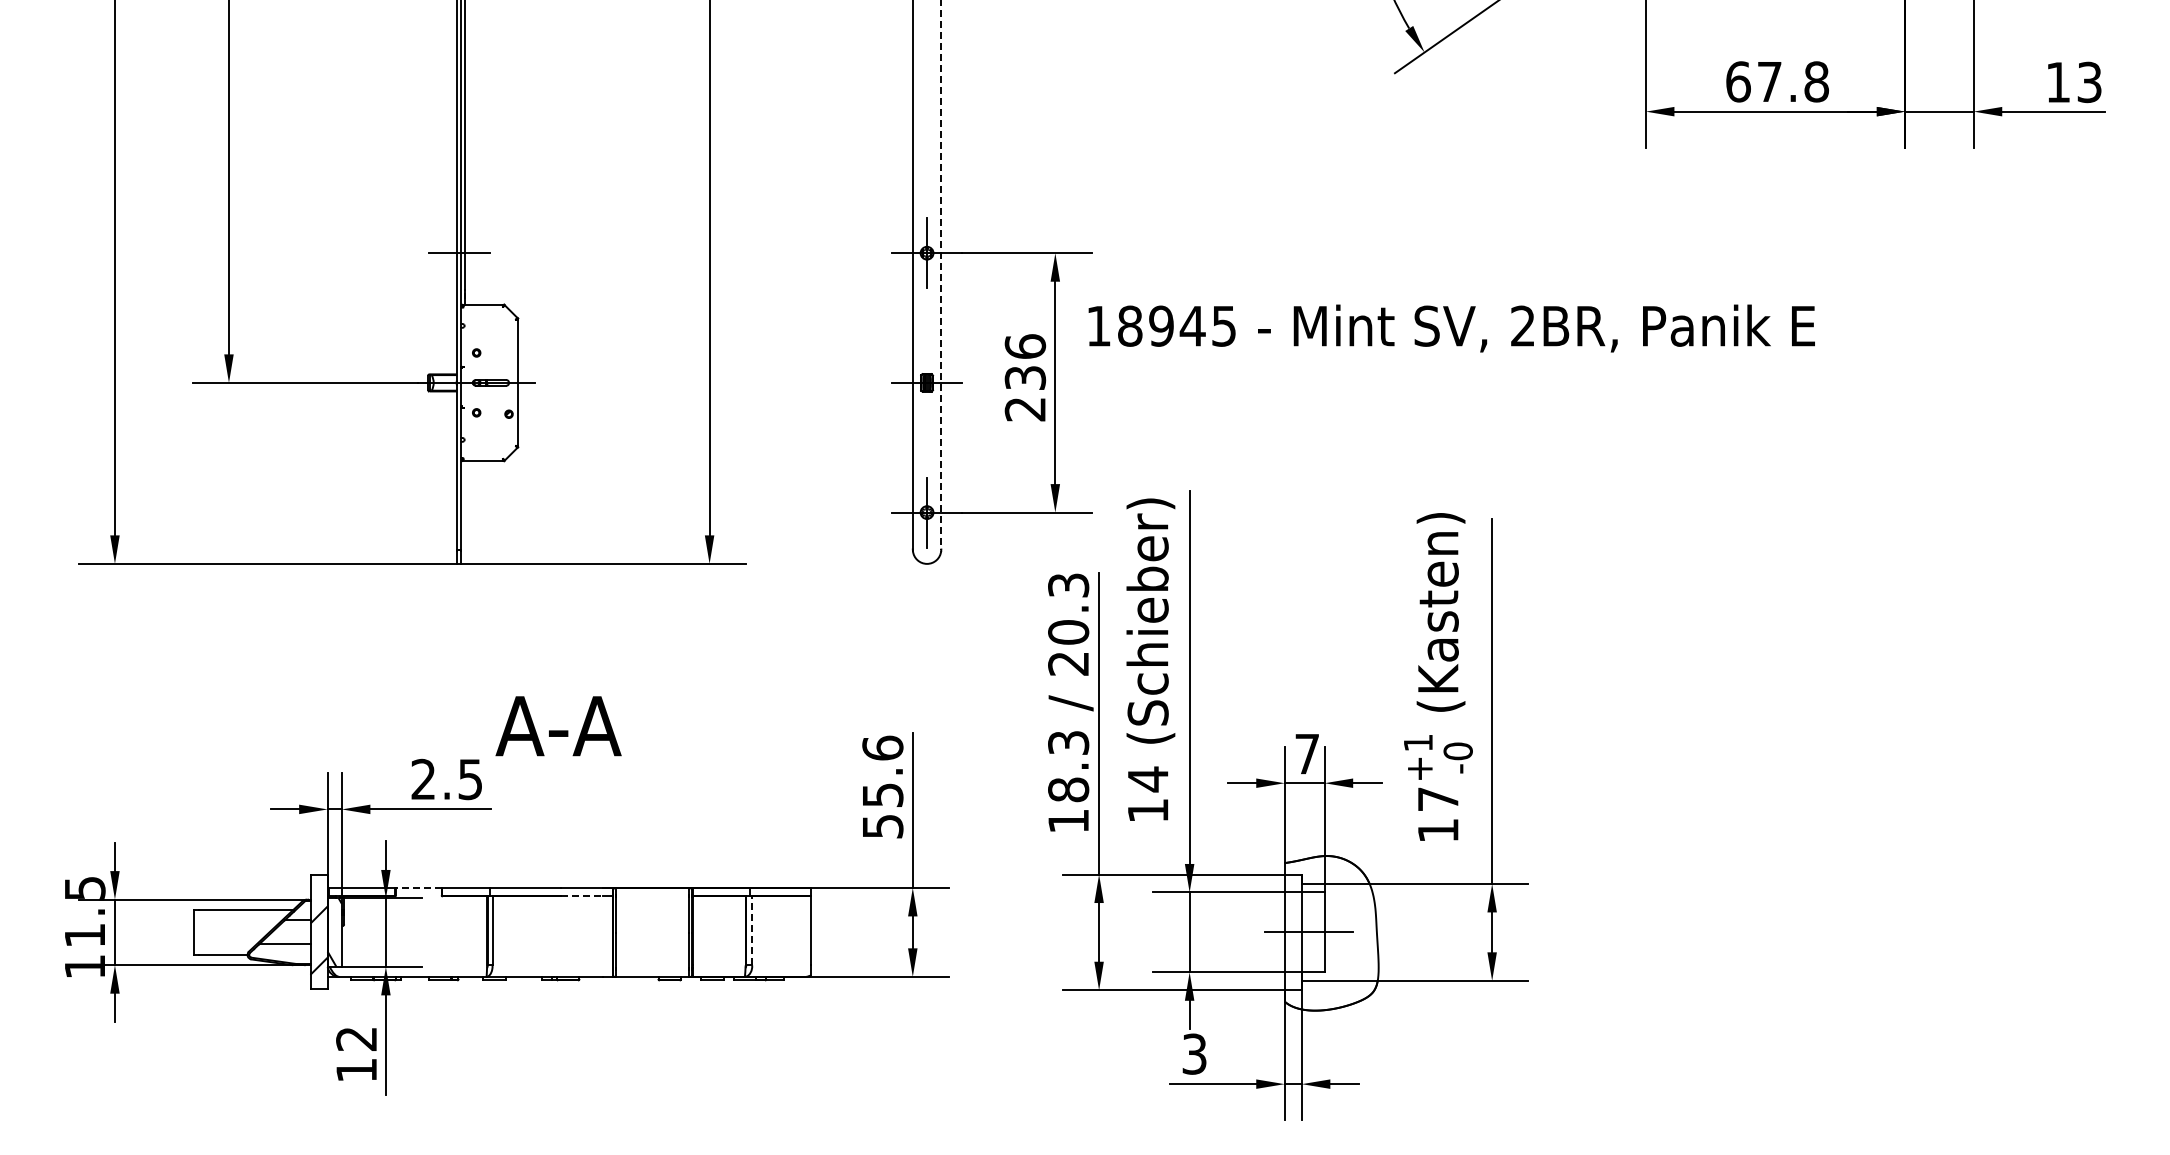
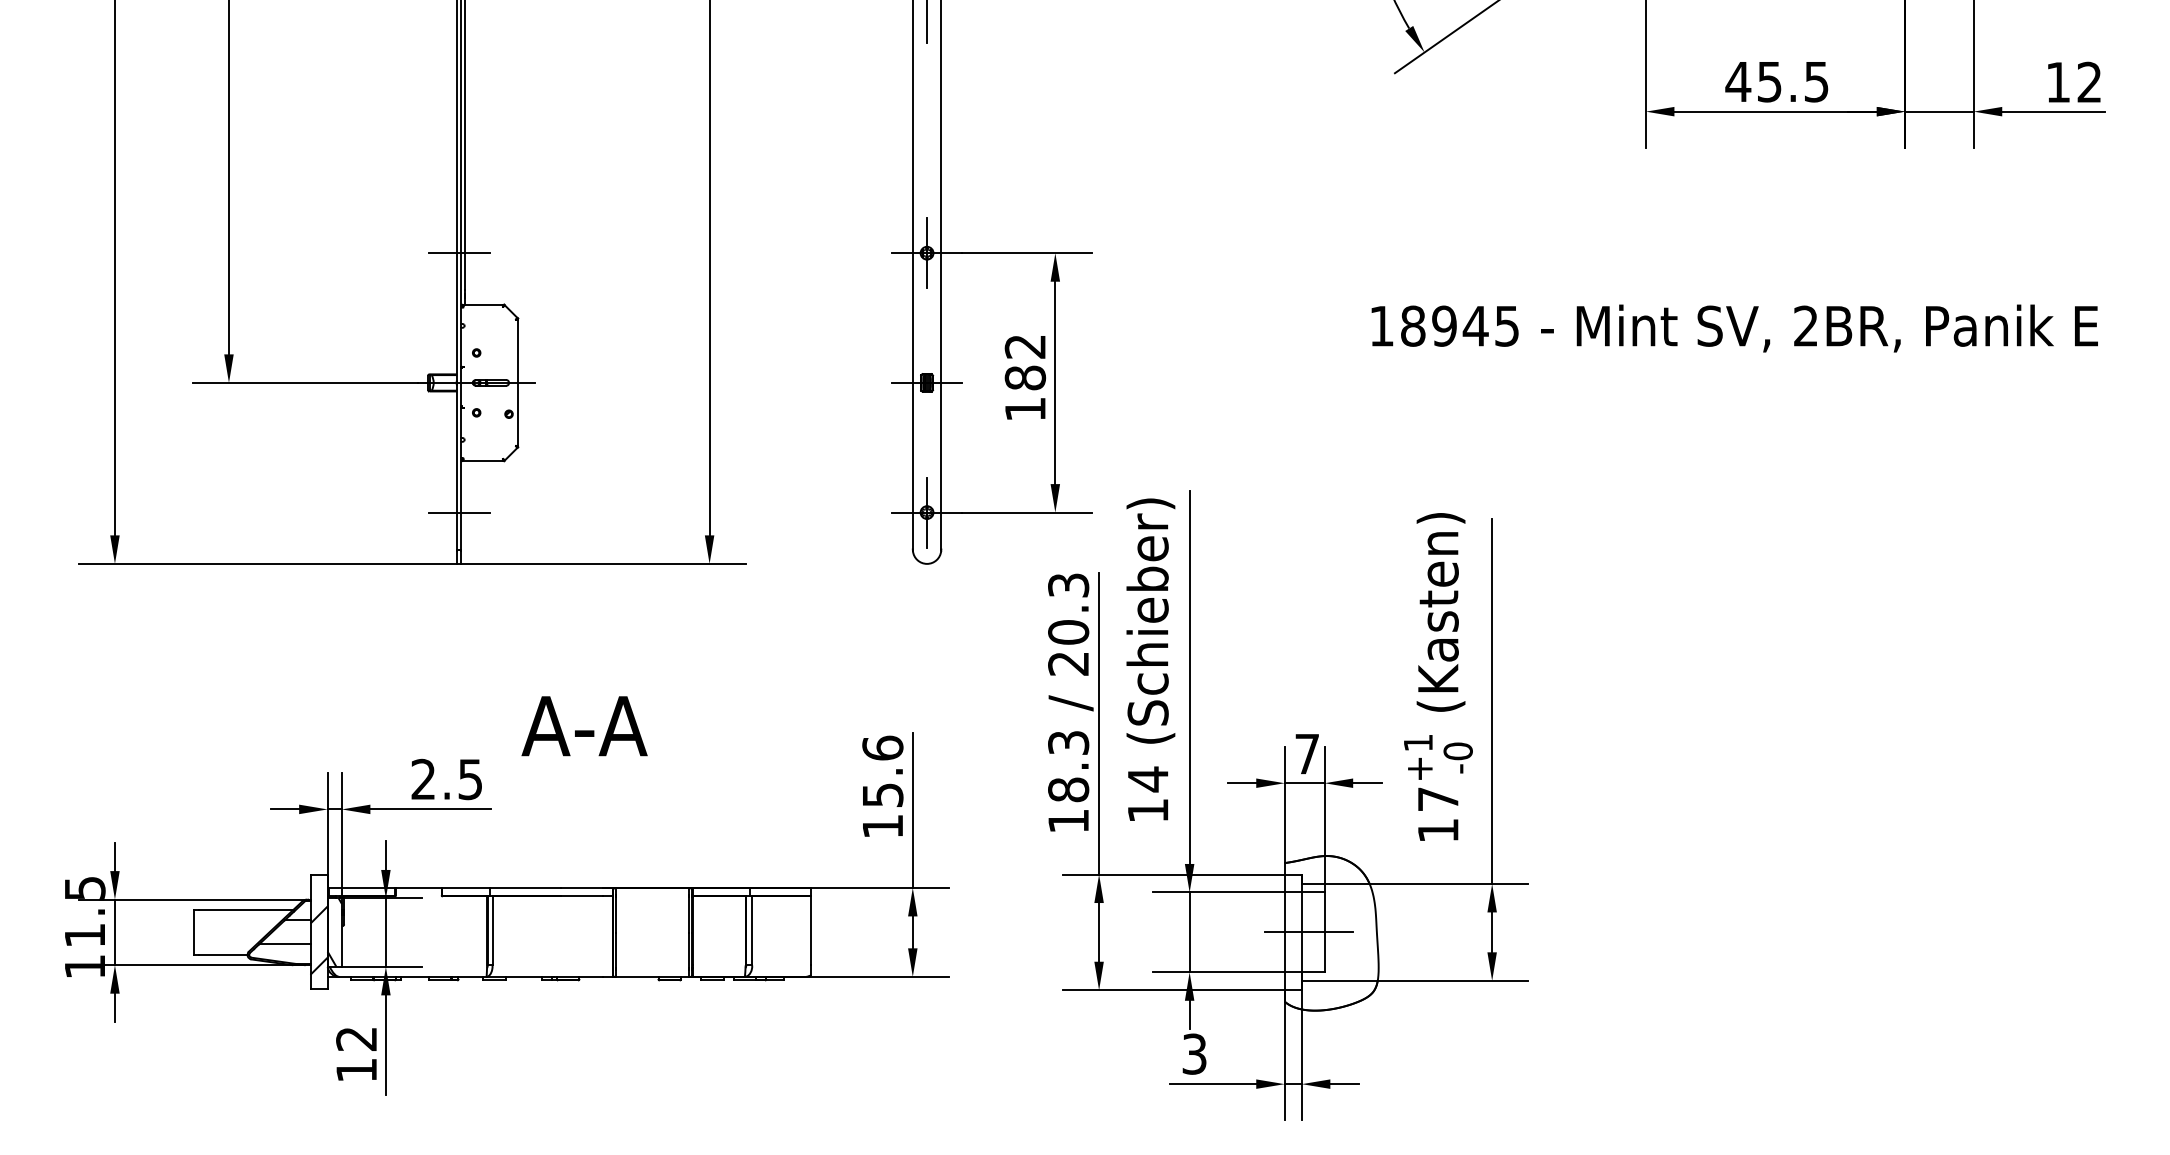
line at (927, 22): none -> present
text at (1776, 81): 67.8 -> 45.5
text at (2089, 82): 13 -> 12
line at (941, 275): dashed -> solid
text at (1451, 328) position: (1451, 328) -> (1734, 328)
text at (1025, 377): 236 -> 182
line at (459, 512): none -> present
text at (558, 726) position: (558, 726) -> (584, 726)
text at (883, 826): 55.6 -> 15.6
line at (418, 887): dashed -> solid
line at (582, 896): dashed -> solid
line at (752, 930): dashed -> solid
